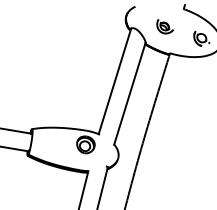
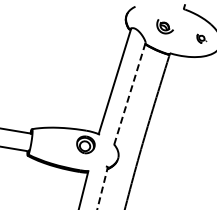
part at (201, 38) size: 18x17 px -> 12x11 px
line at (130, 93): solid -> dashed
line at (102, 187): solid -> dashed
